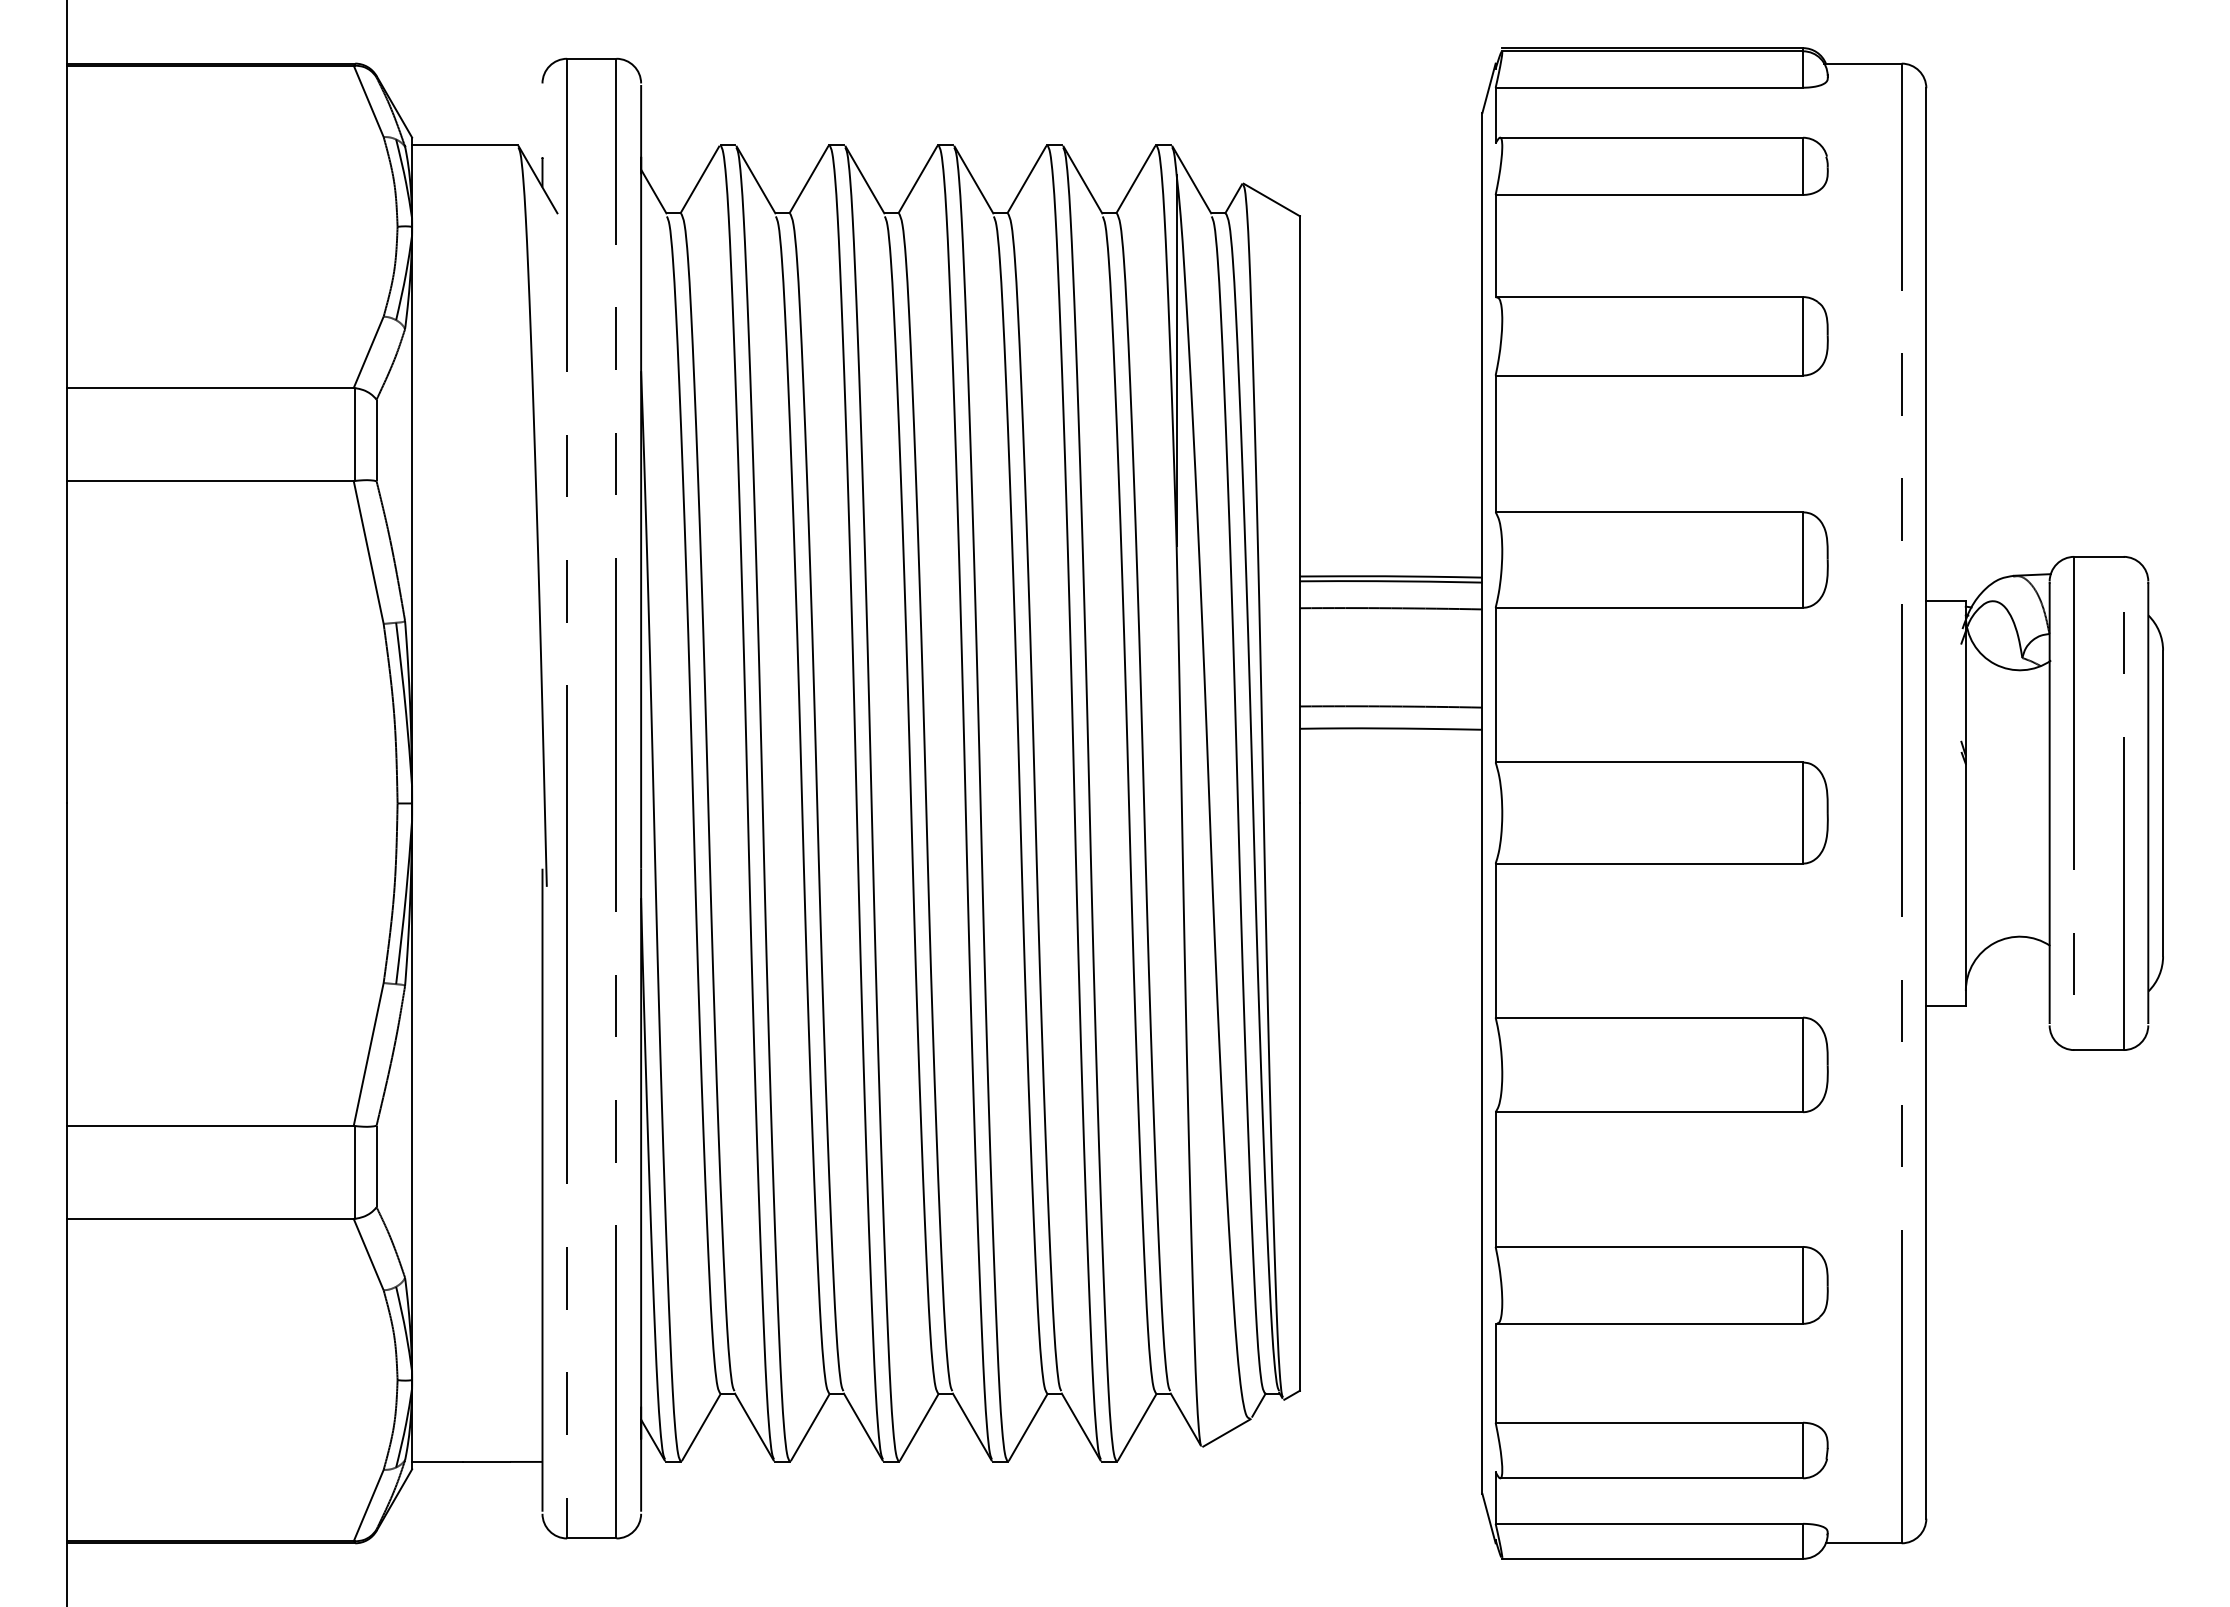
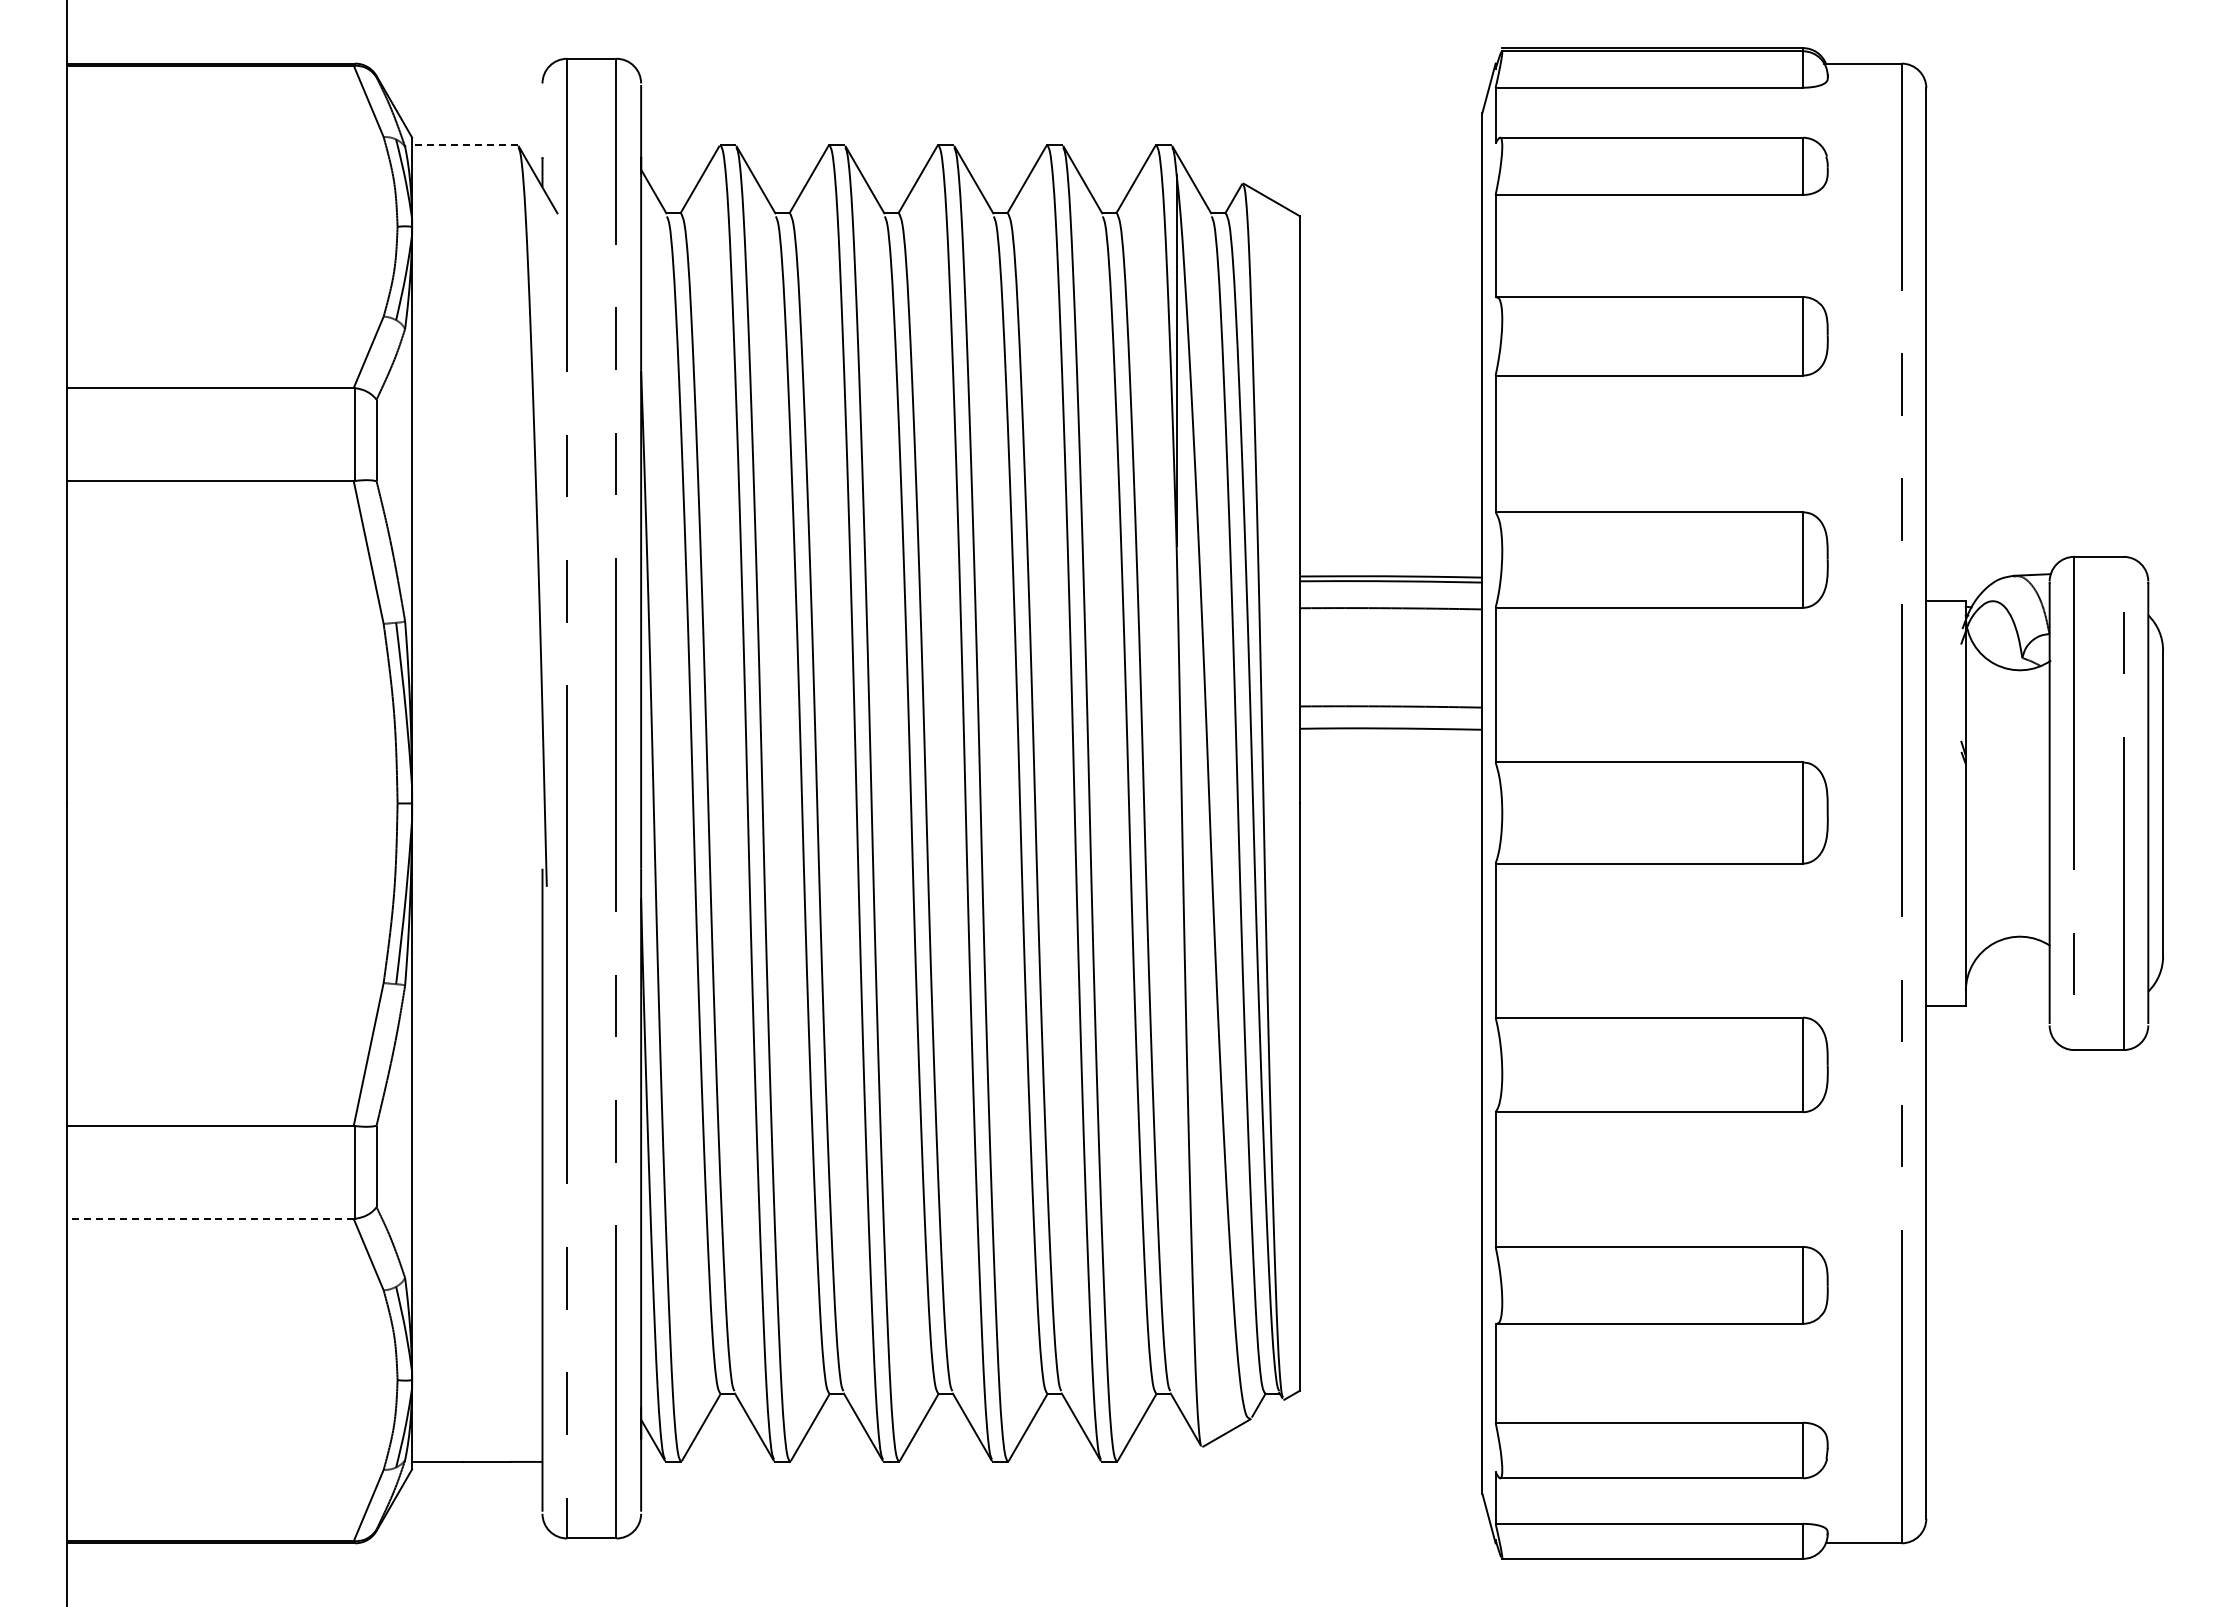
line at (464, 145): solid -> dashed
line at (209, 1218): solid -> dashed
